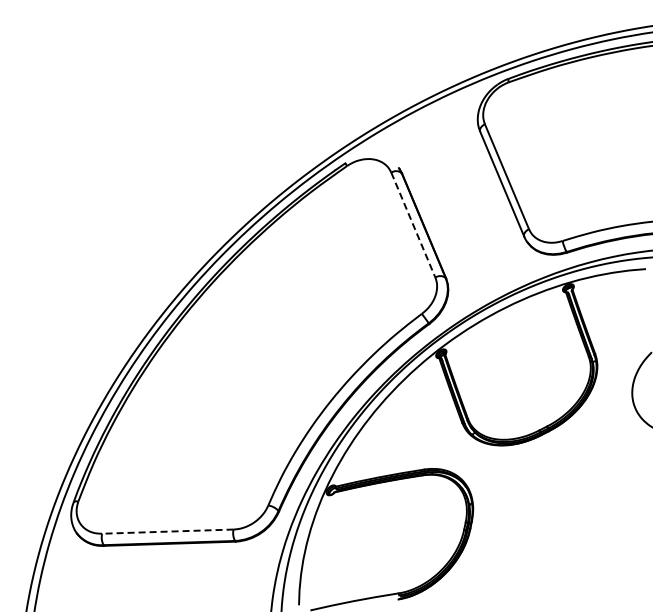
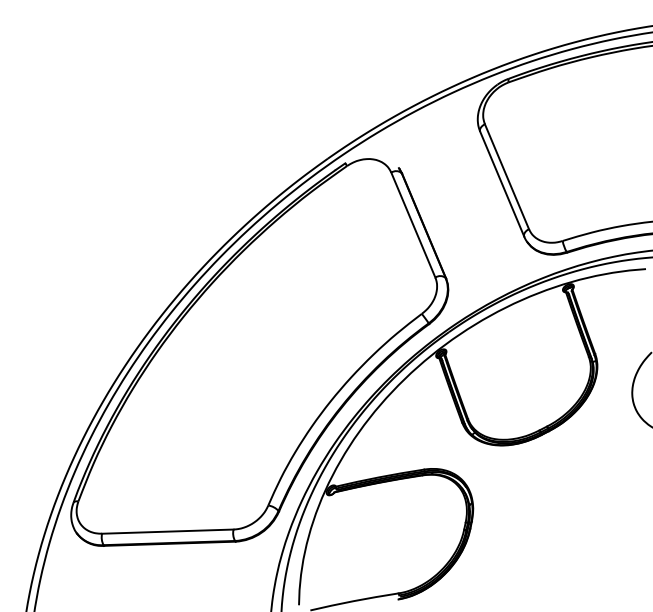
line at (413, 225): dashed -> solid
line at (167, 531): dashed -> solid
